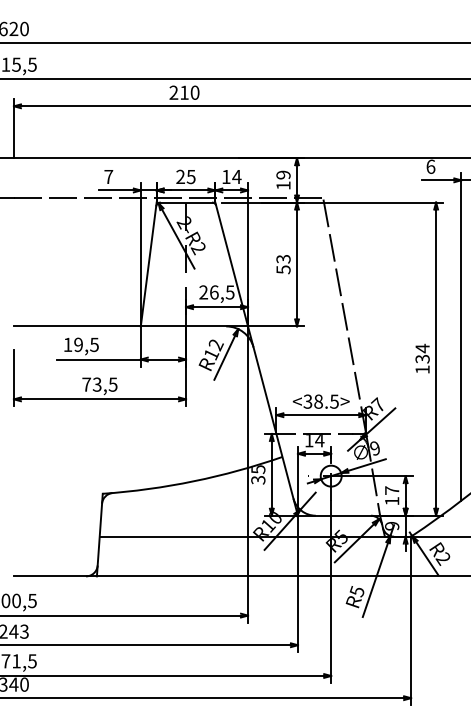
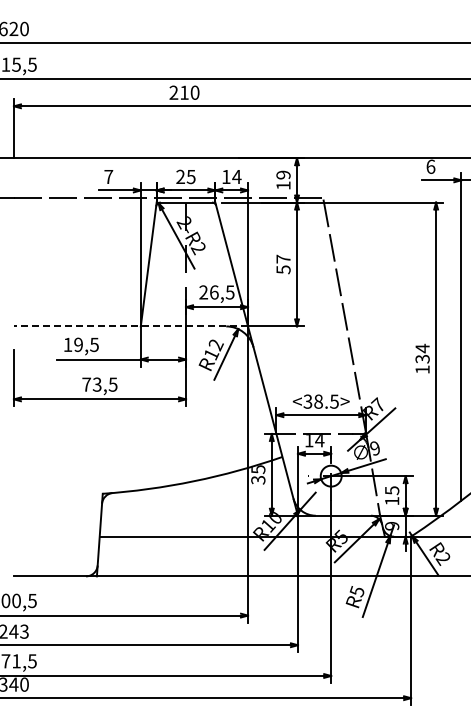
text at (283, 258): 53 -> 57
line at (130, 326): solid -> dashed
text at (392, 490): 17 -> 15
